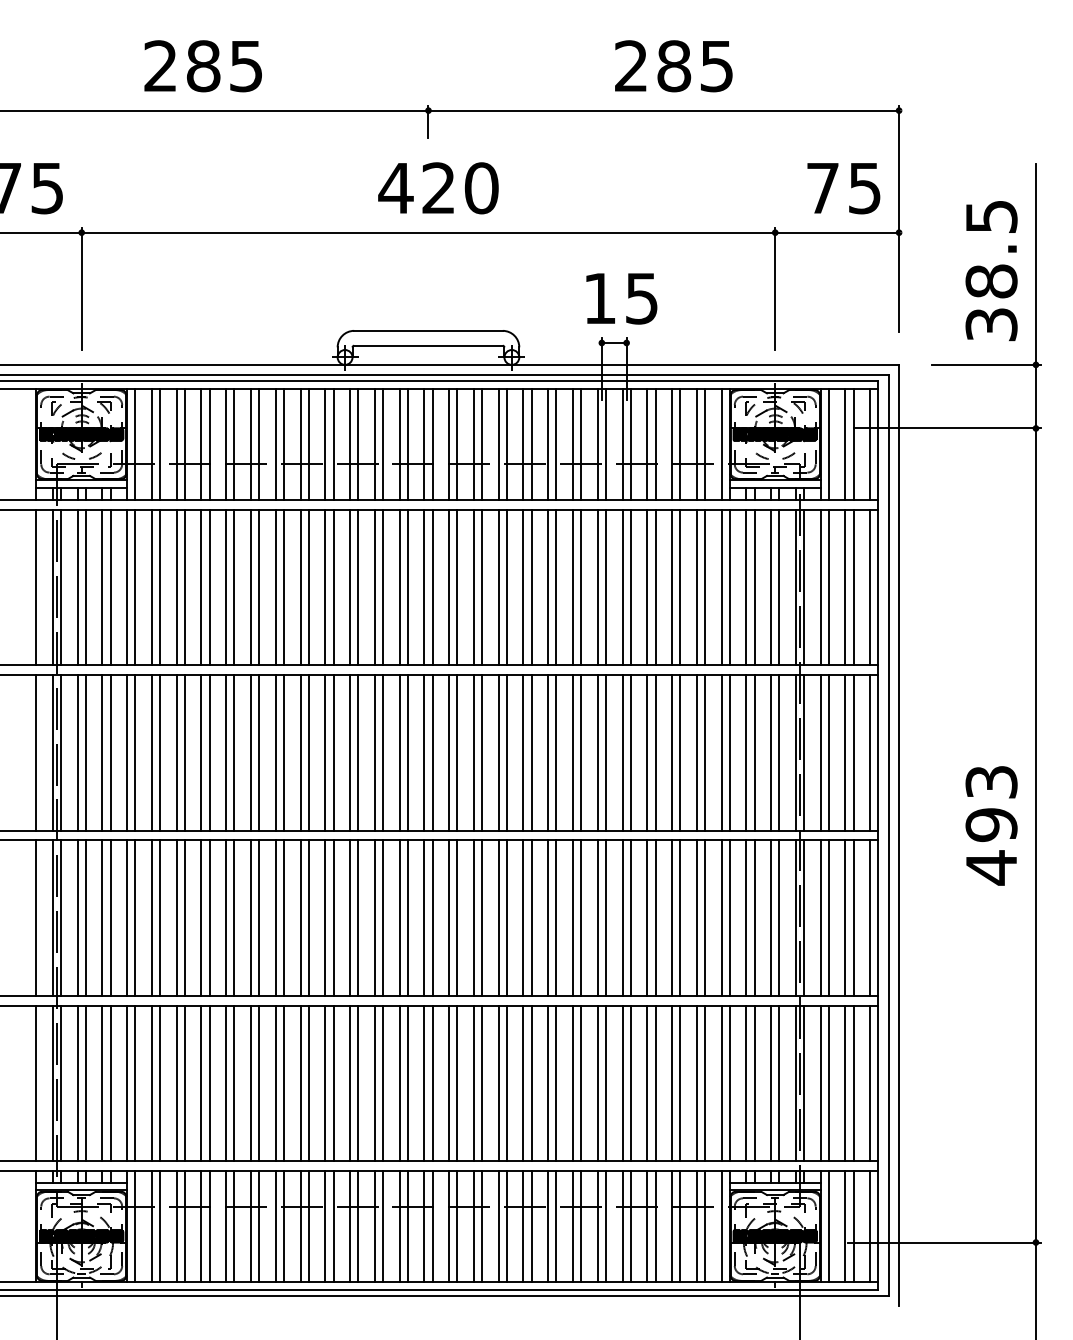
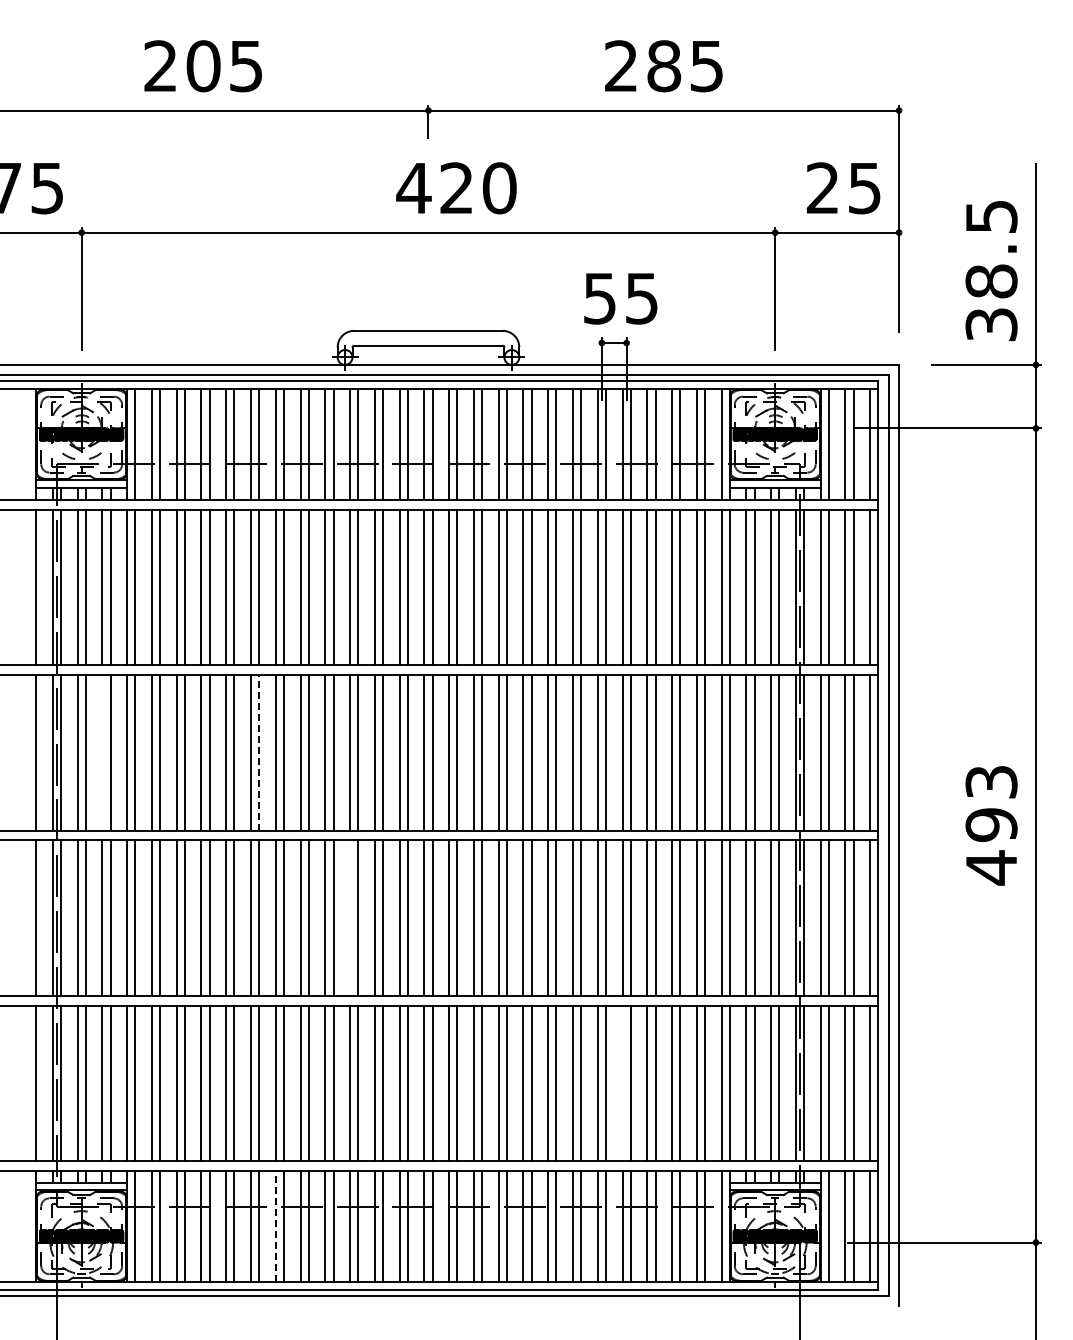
text at (203, 66): 285 -> 205
text at (673, 66) position: (673, 66) -> (663, 66)
text at (822, 187): 75 -> 25
text at (438, 188) position: (438, 188) -> (456, 188)
text at (599, 298): 15 -> 55
line at (102, 752): present -> none
line at (259, 752): solid -> dashed
line at (350, 917): present -> none
line at (622, 1082): present -> none
line at (275, 1226): solid -> dashed
